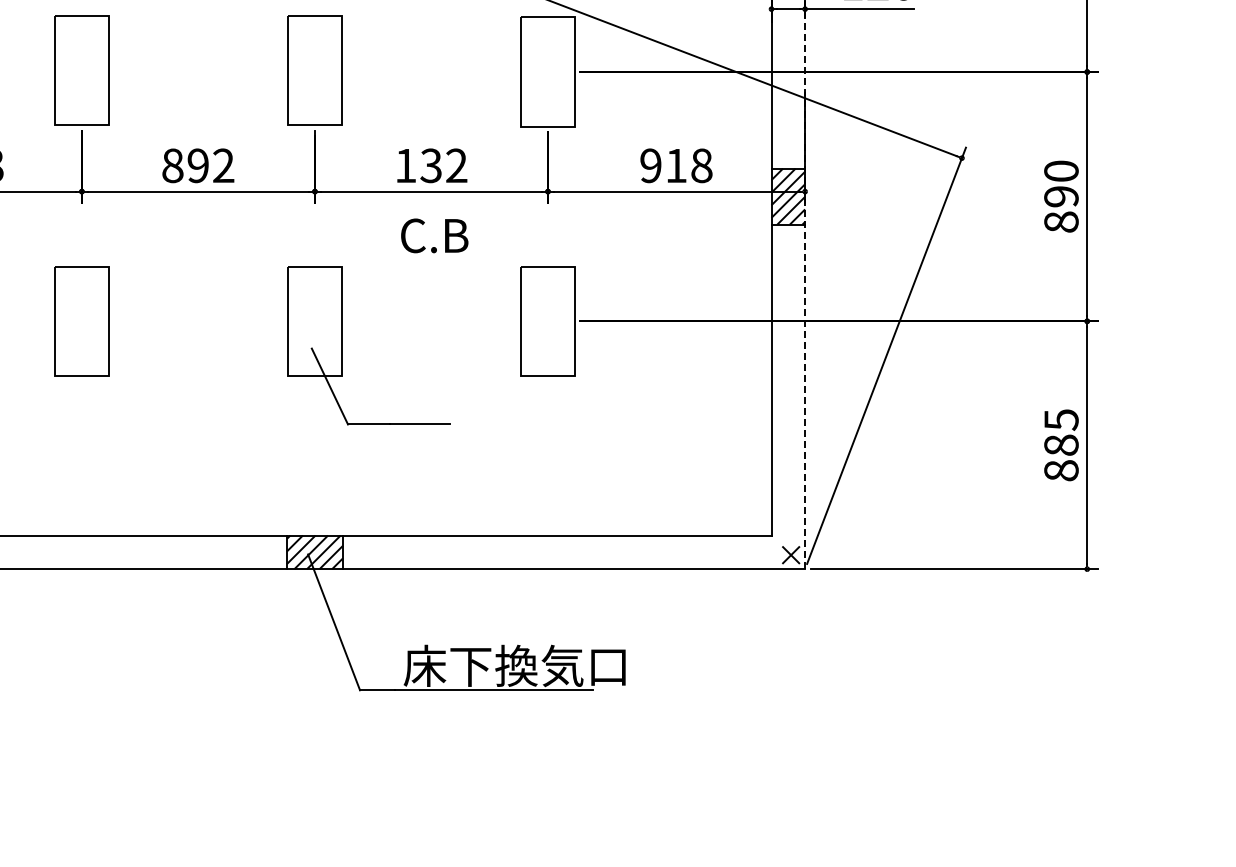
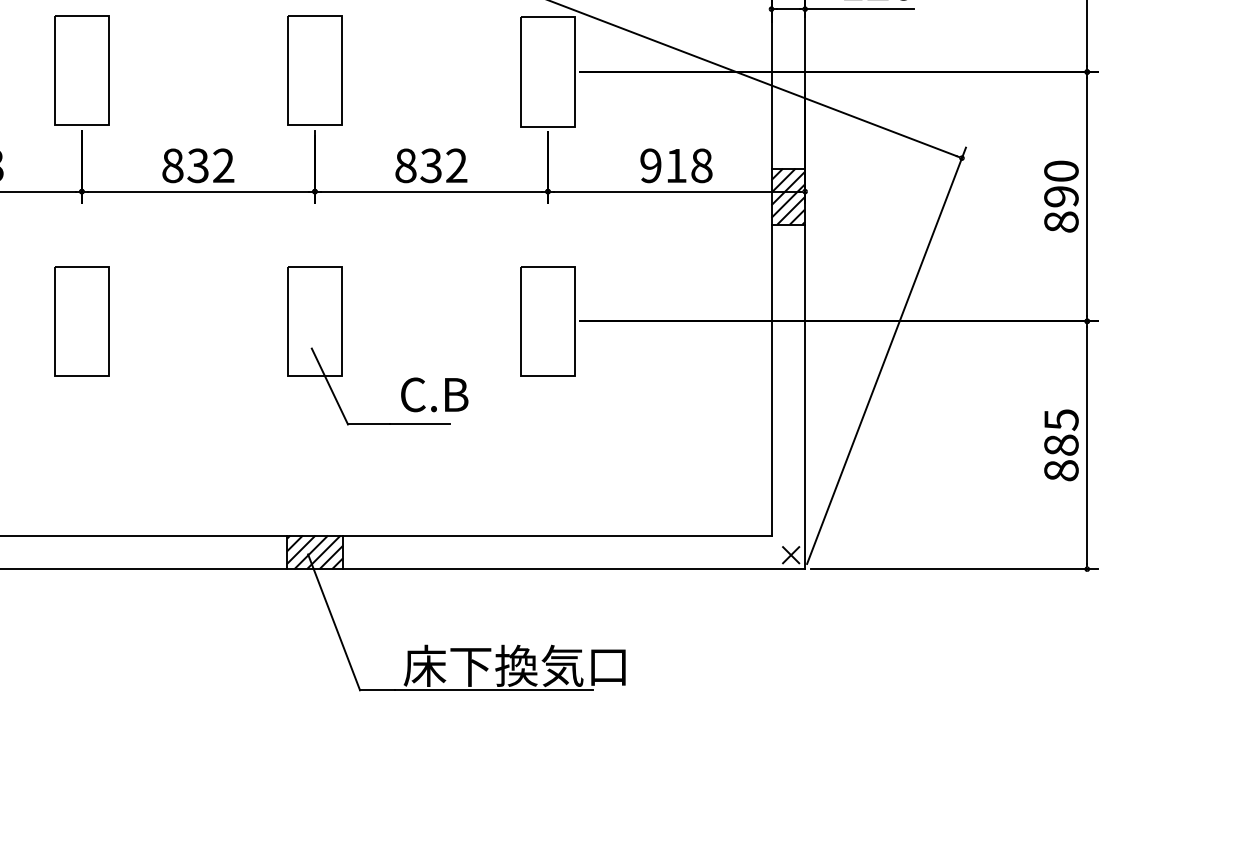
text at (197, 165): 892 -> 832
text at (405, 165): 132 -> 832
text at (434, 235) position: (434, 235) -> (434, 394)
line at (805, 284): dashed -> solid
